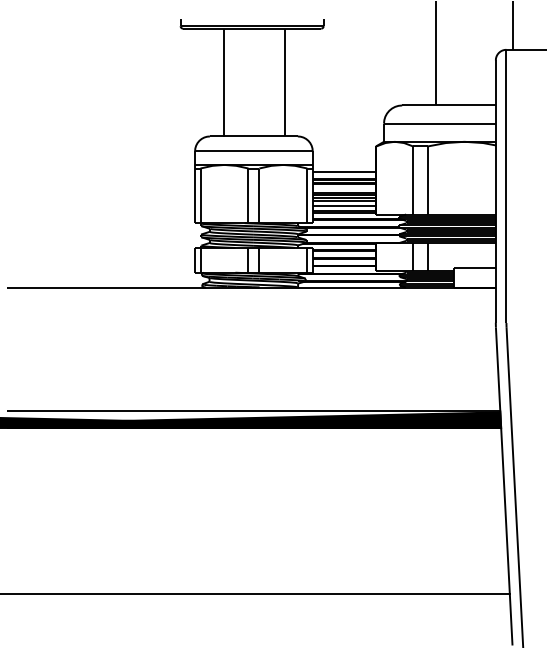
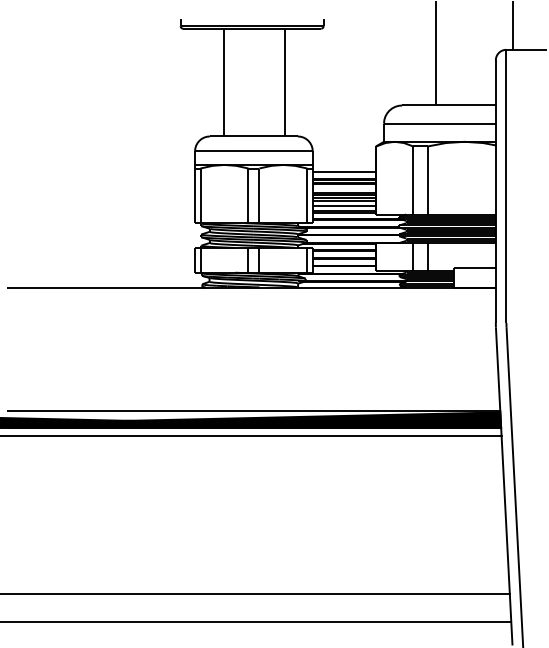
line at (251, 435): none -> present
line at (256, 621): none -> present
